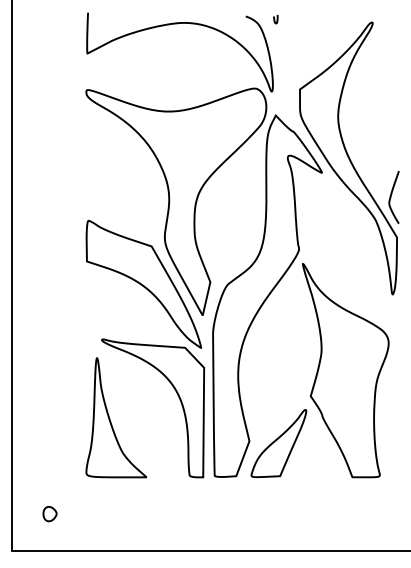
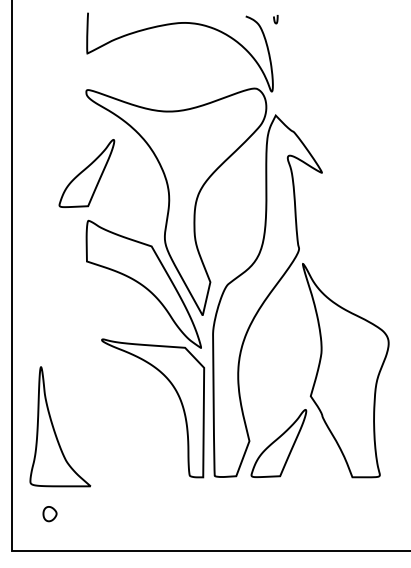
part at (349, 158): present -> none
part at (86, 173): none -> present
part at (110, 418) position: (110, 418) -> (54, 427)
